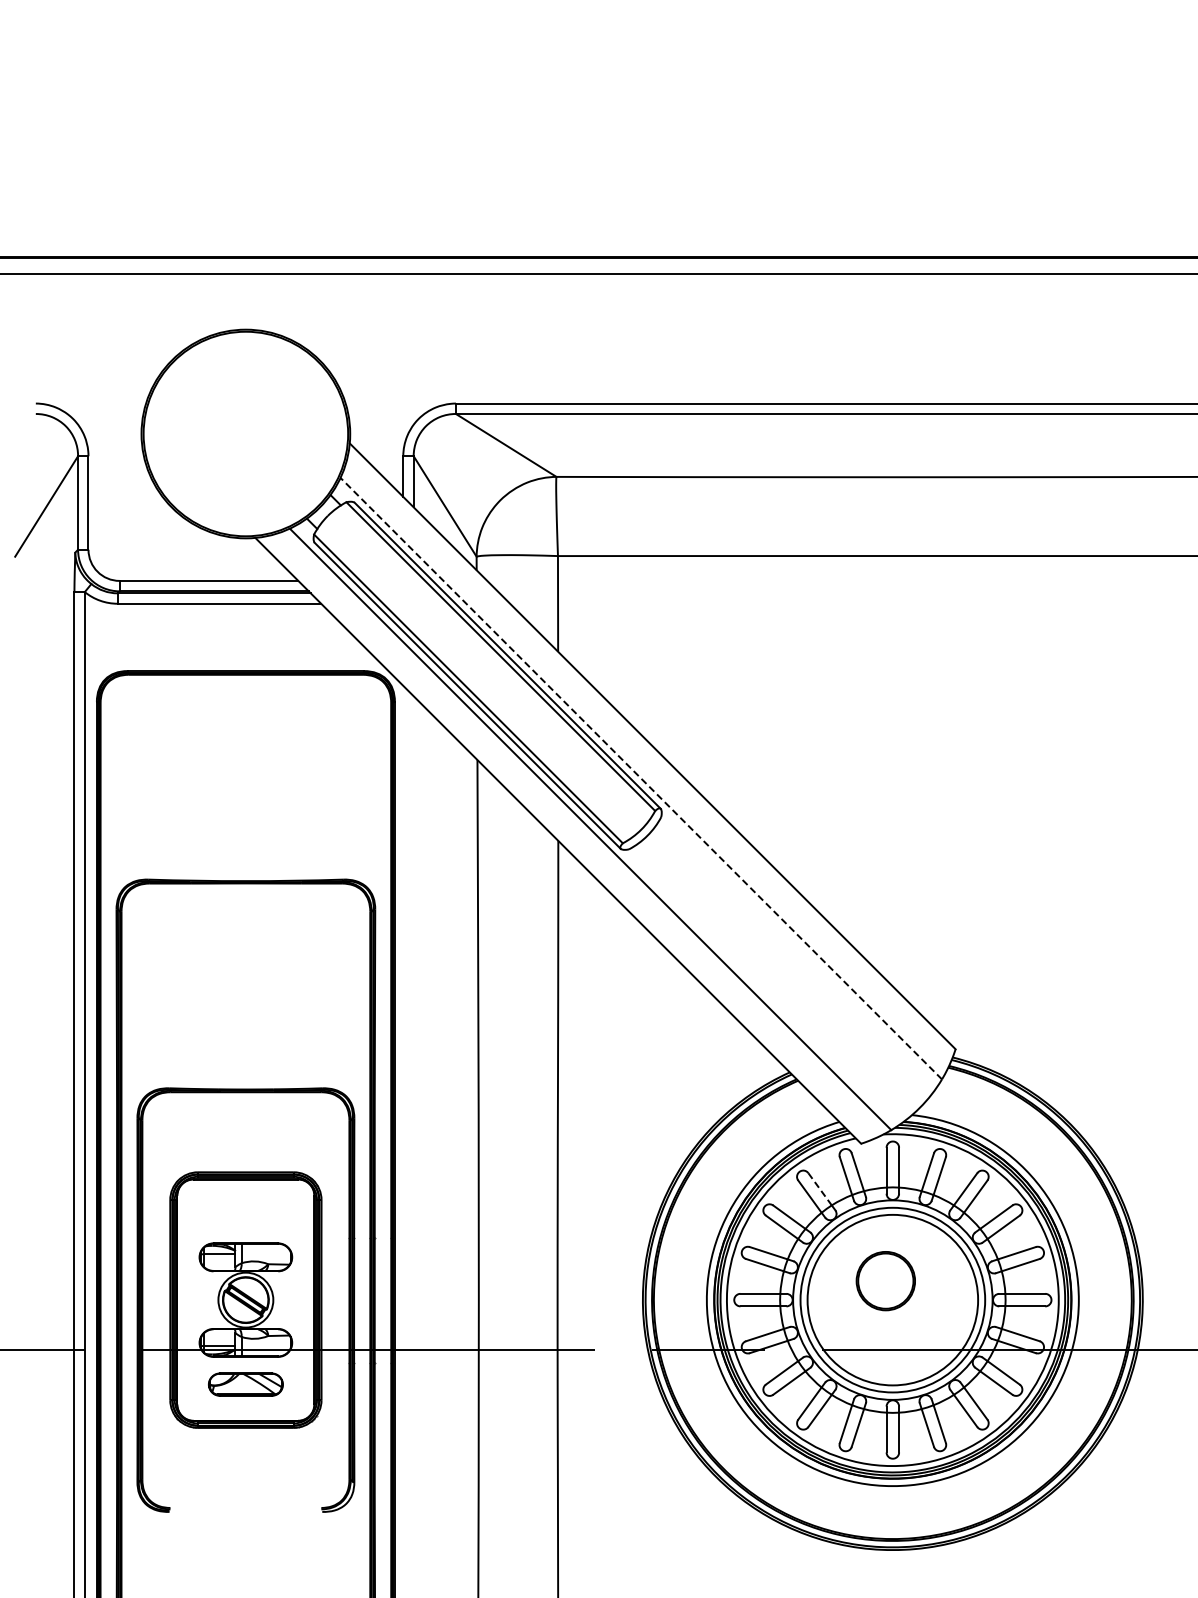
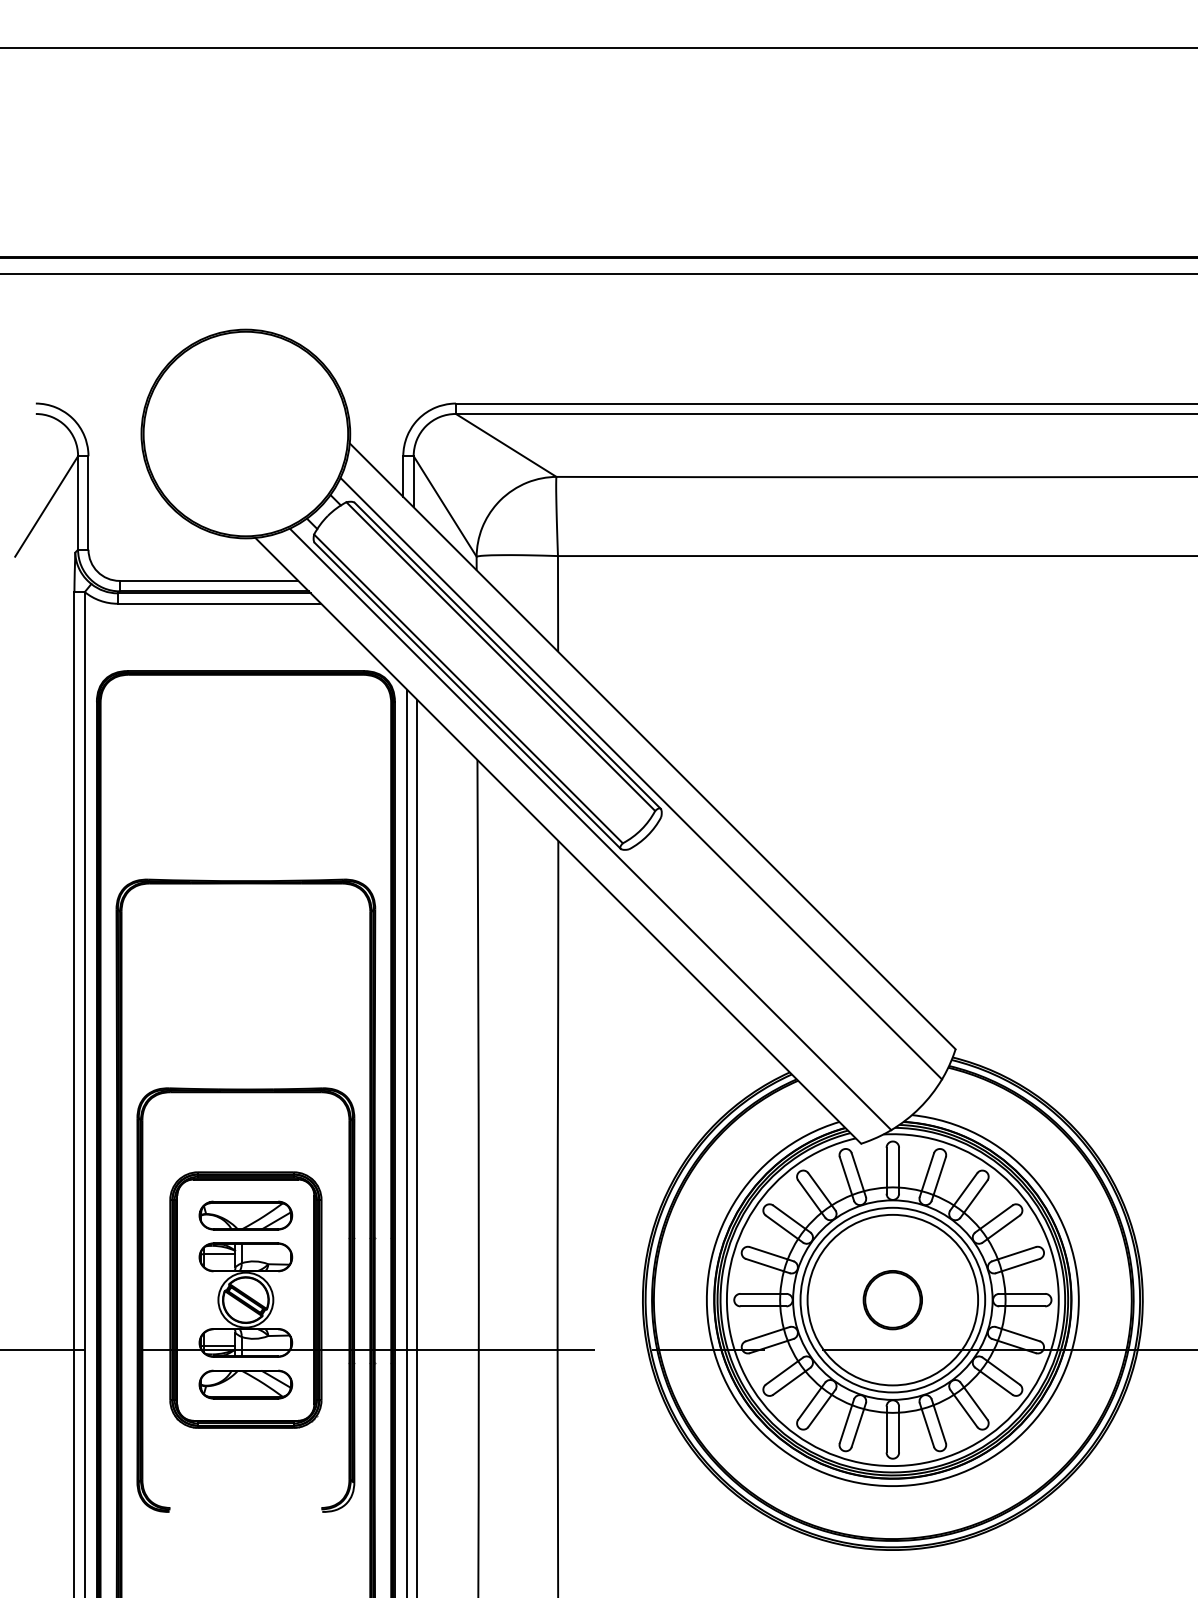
line at (598, 47): none -> present
line at (640, 778): dashed -> solid
line at (406, 1141): none -> present
line at (417, 1146): none -> present
line at (820, 1189): dashed -> solid
part at (245, 1215): none -> present
part at (885, 1281) position: (885, 1281) -> (892, 1300)
part at (245, 1384) size: 76x25 px -> 96x31 px
